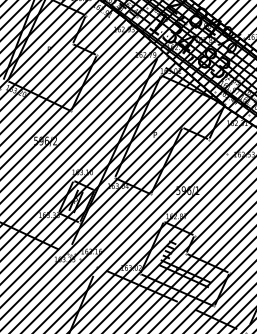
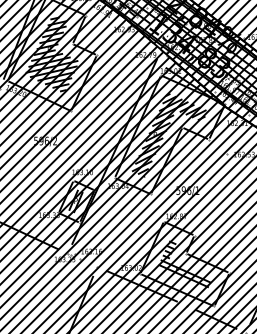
hatch at (51, 54): none -> present
hatch at (169, 135): none -> present
